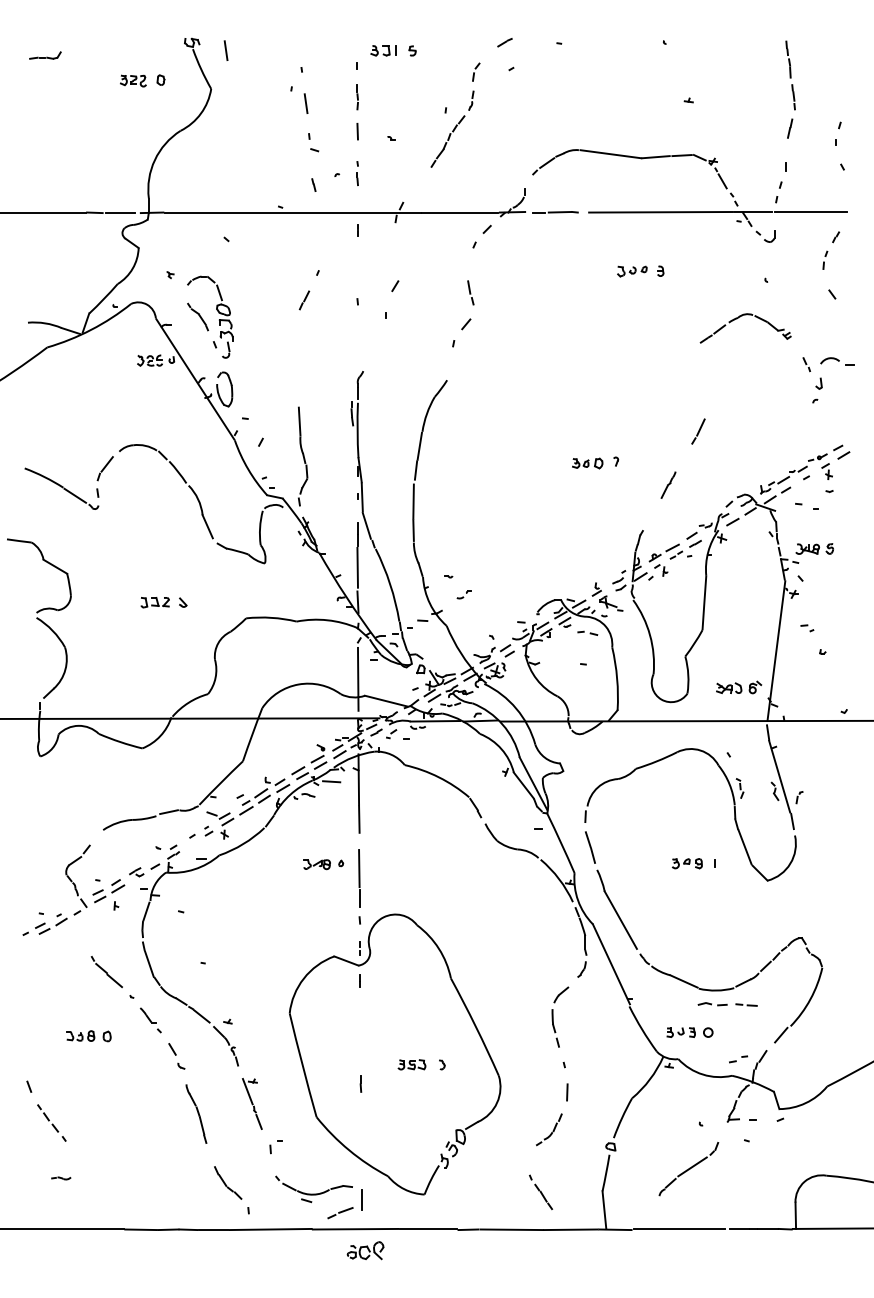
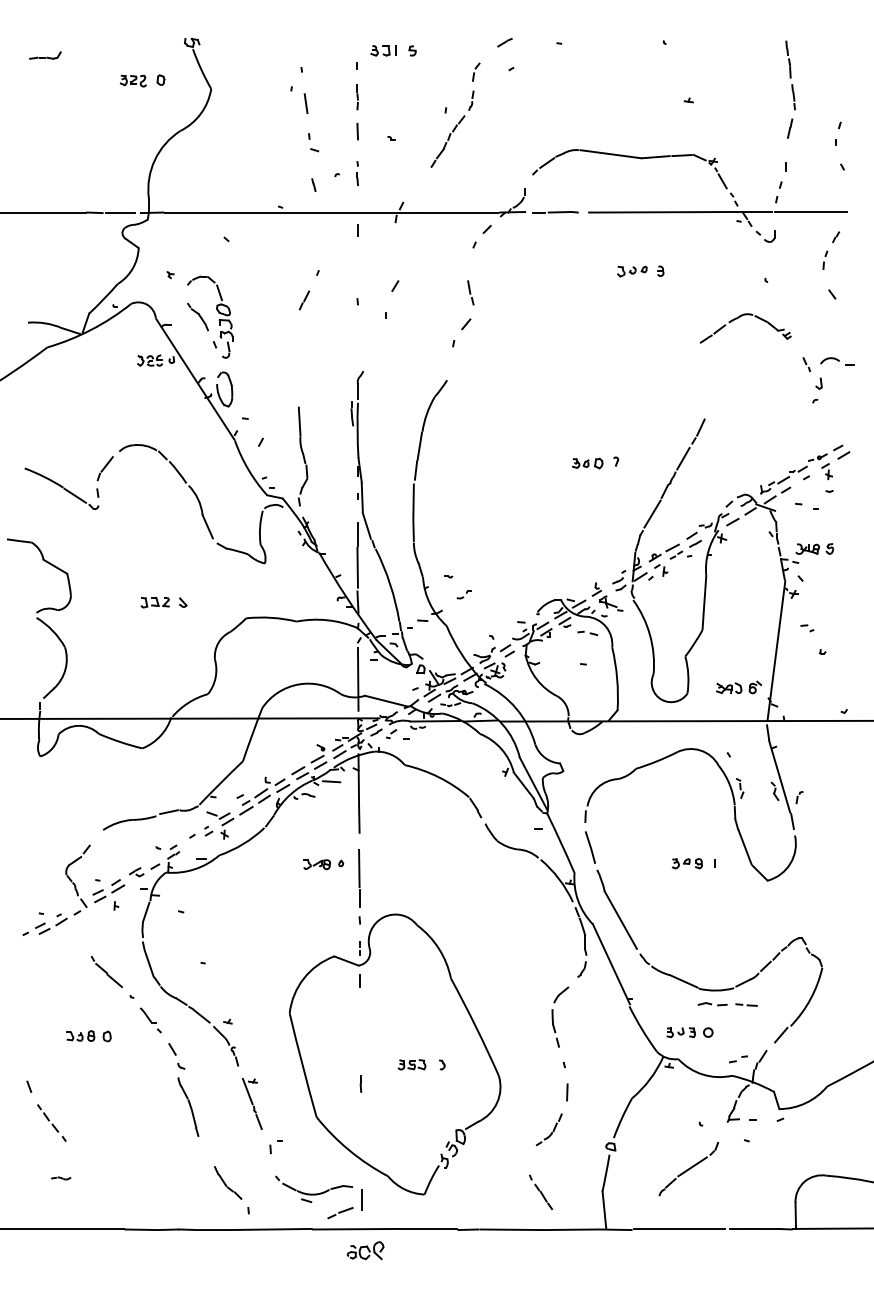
line at (225, 50): present -> none
line at (683, 458): none -> present
line at (652, 513): none -> present
part at (196, 1113) position: (196, 1113) -> (188, 1106)
